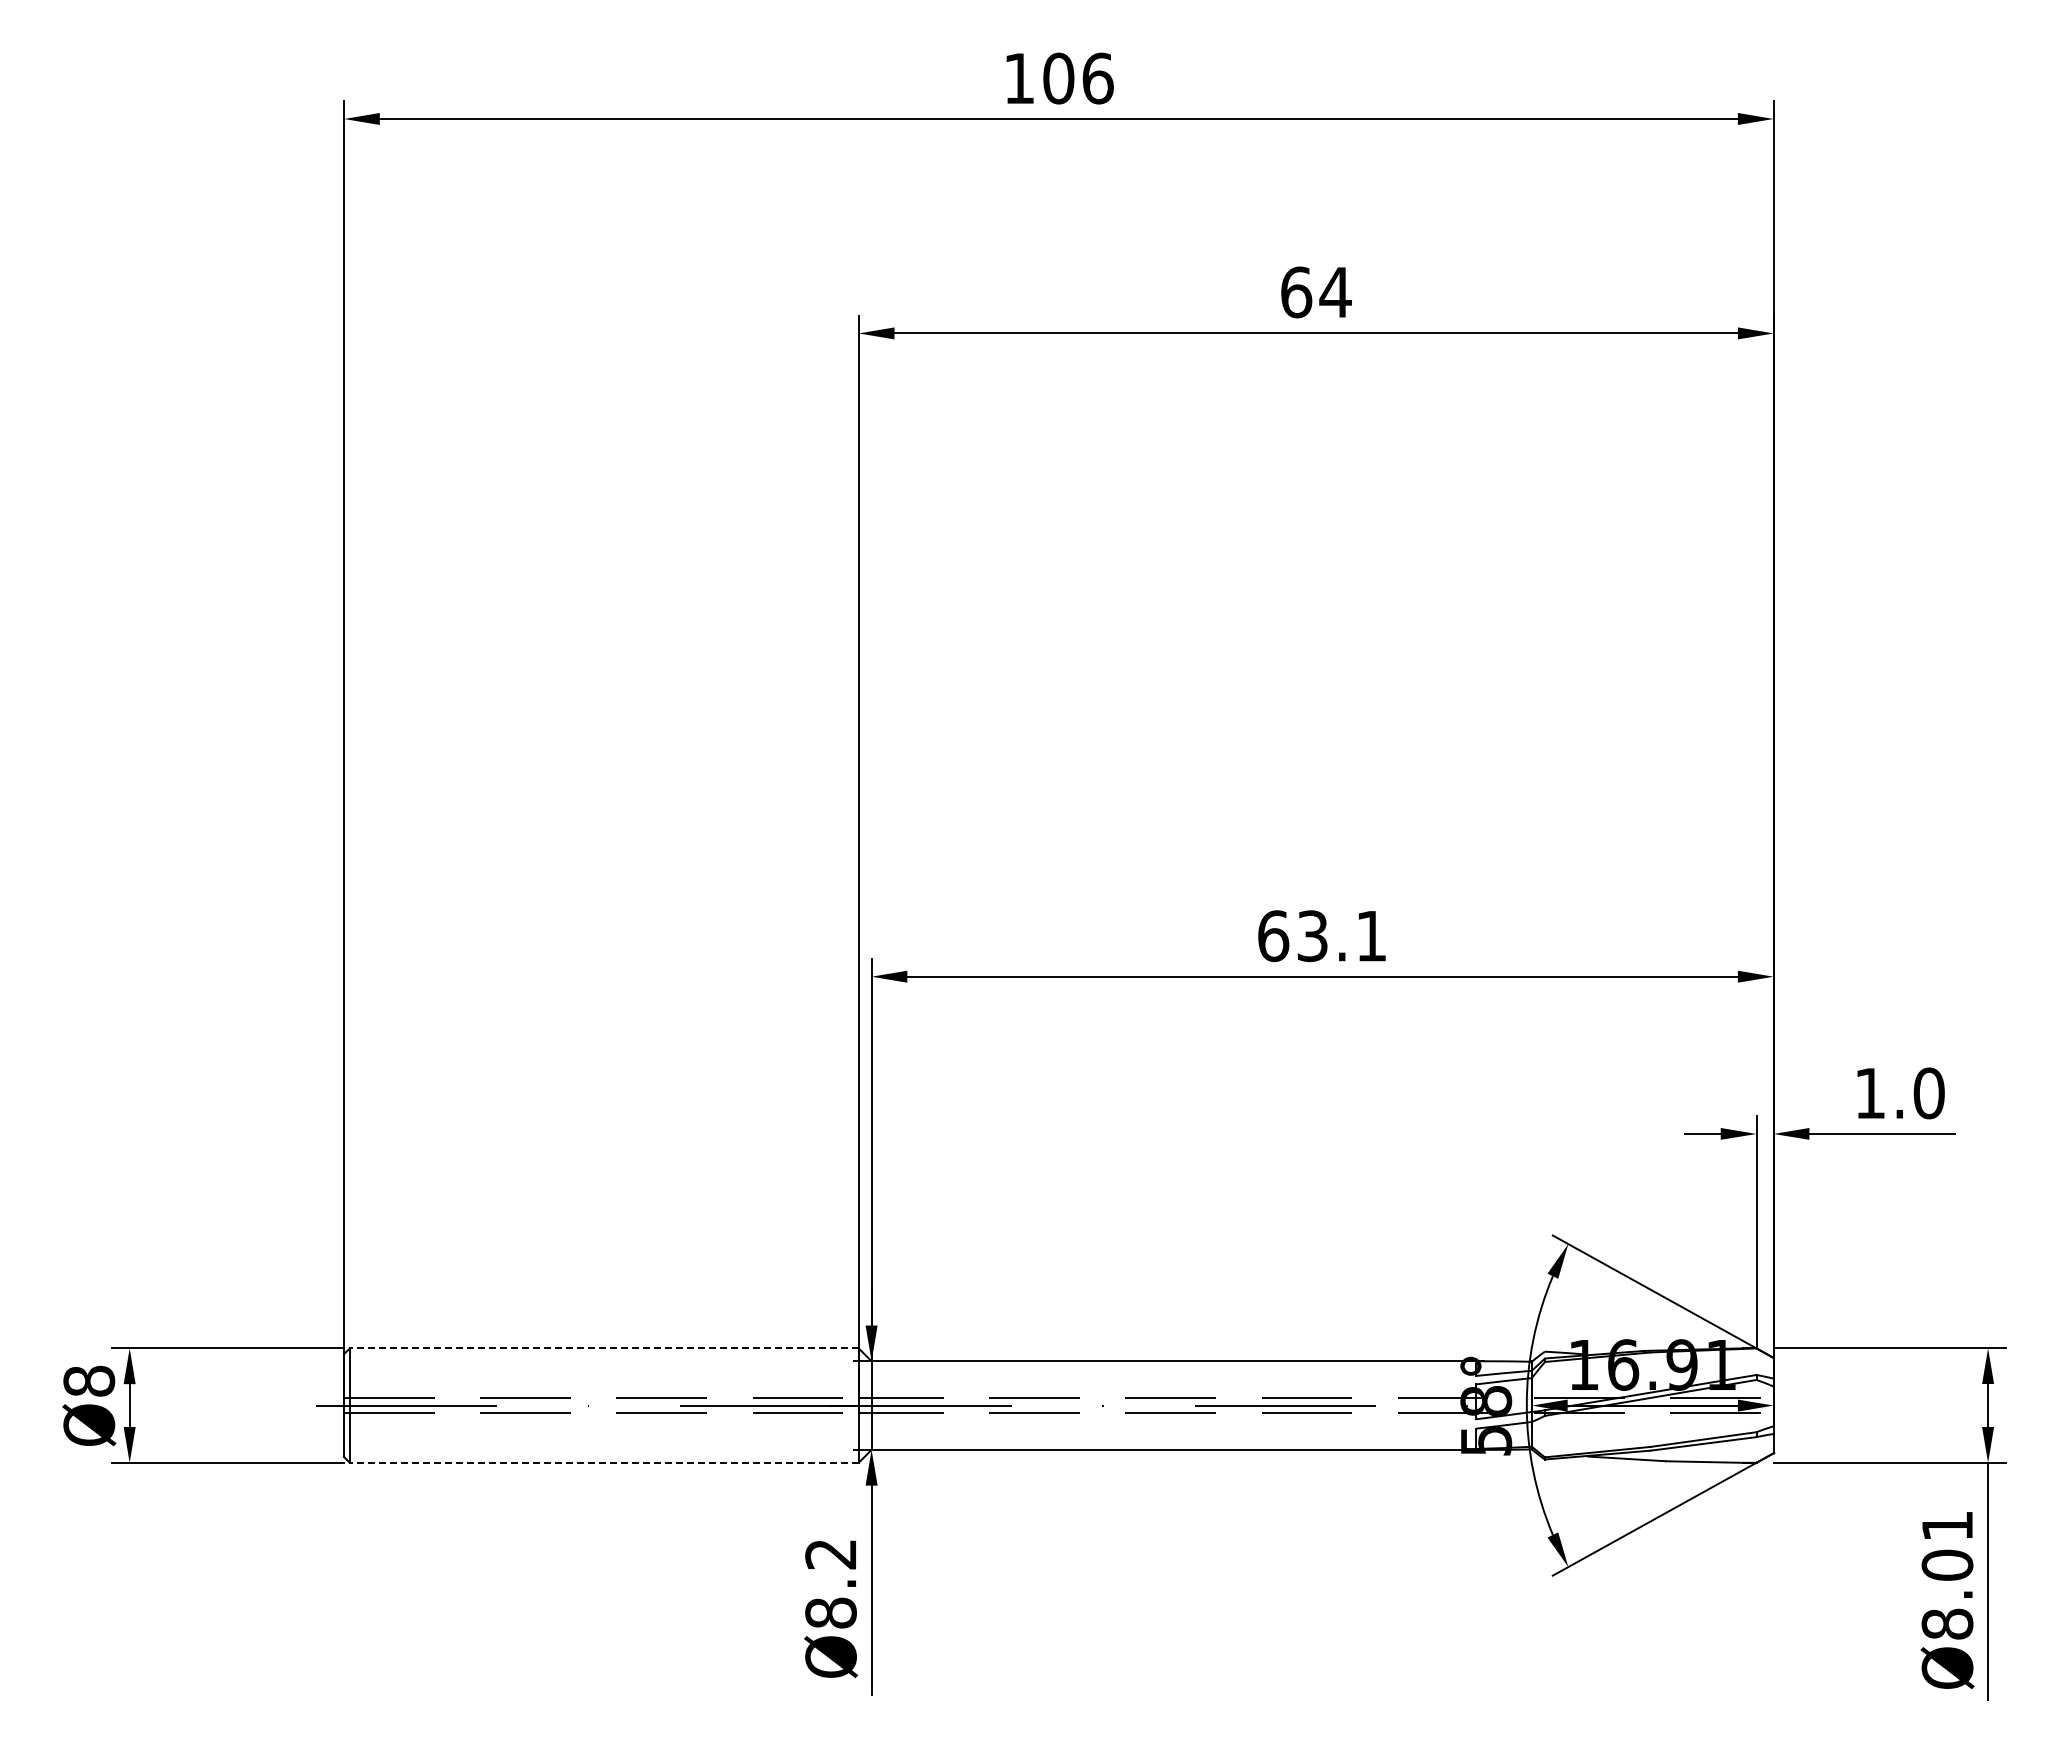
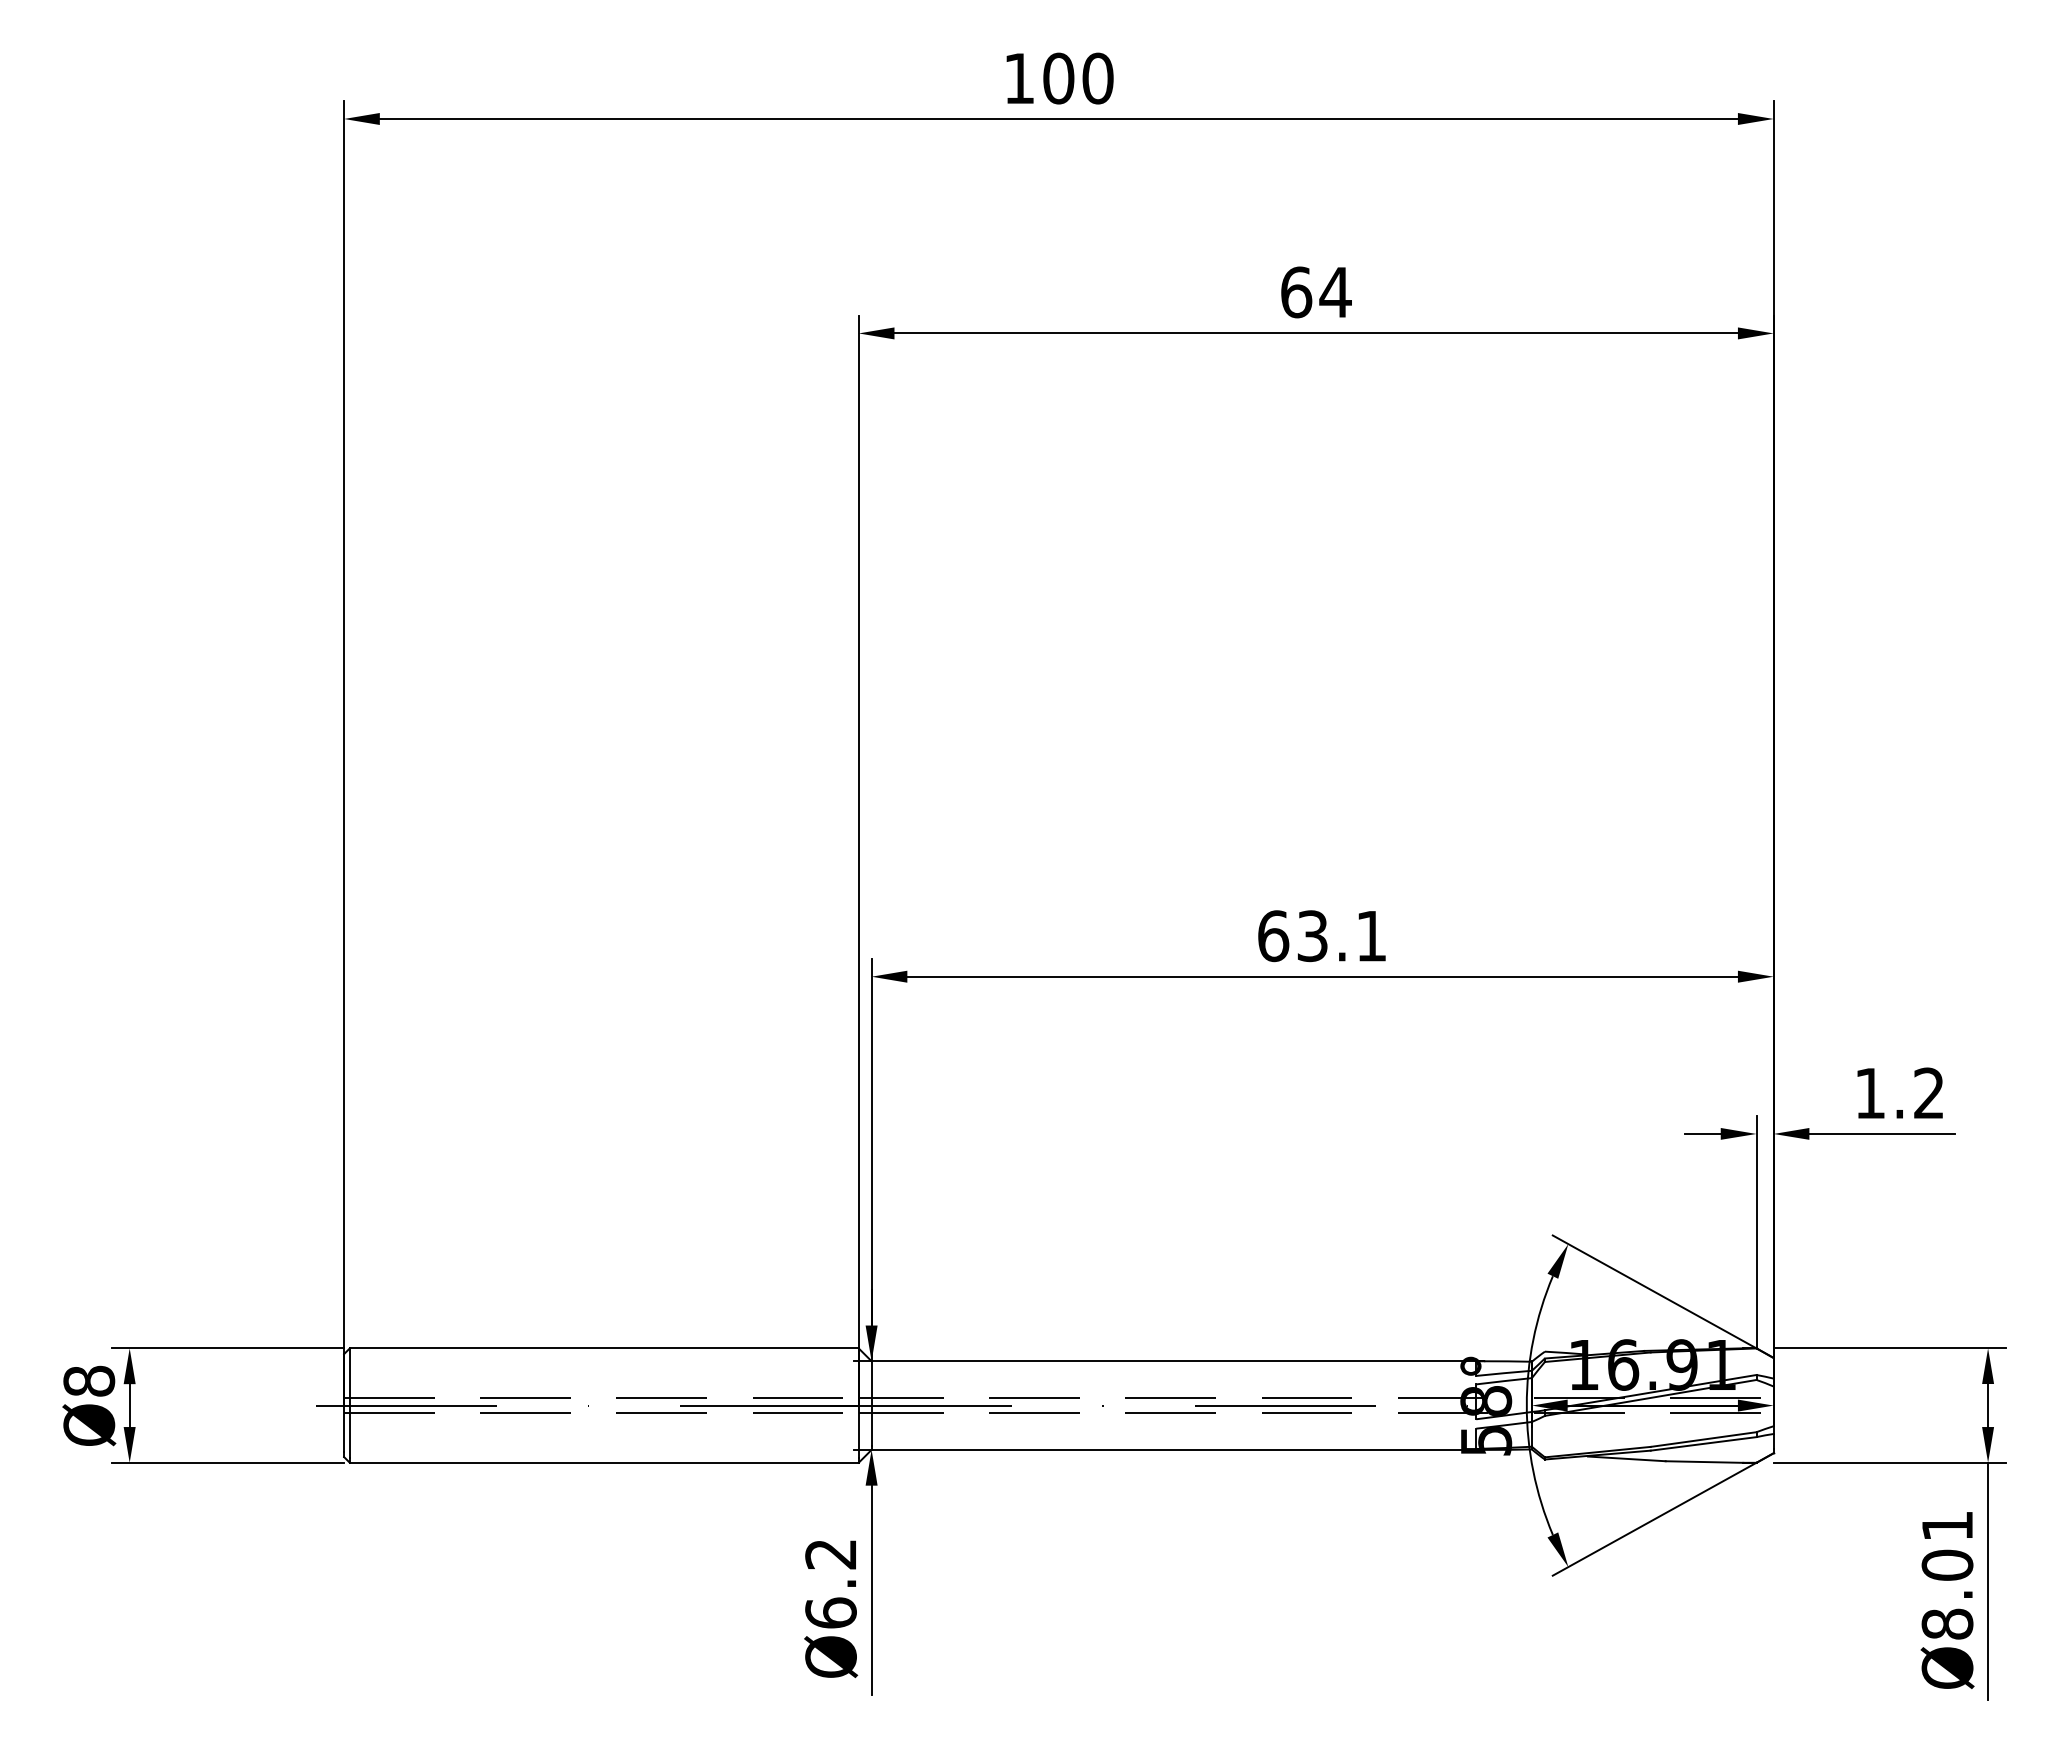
text at (1097, 78): 106 -> 100
text at (1928, 1093): 1.0 -> 1.2
line at (603, 1348): dashed -> solid
line at (603, 1462): dashed -> solid
text at (830, 1612): Ø8.2 -> Ø6.2
